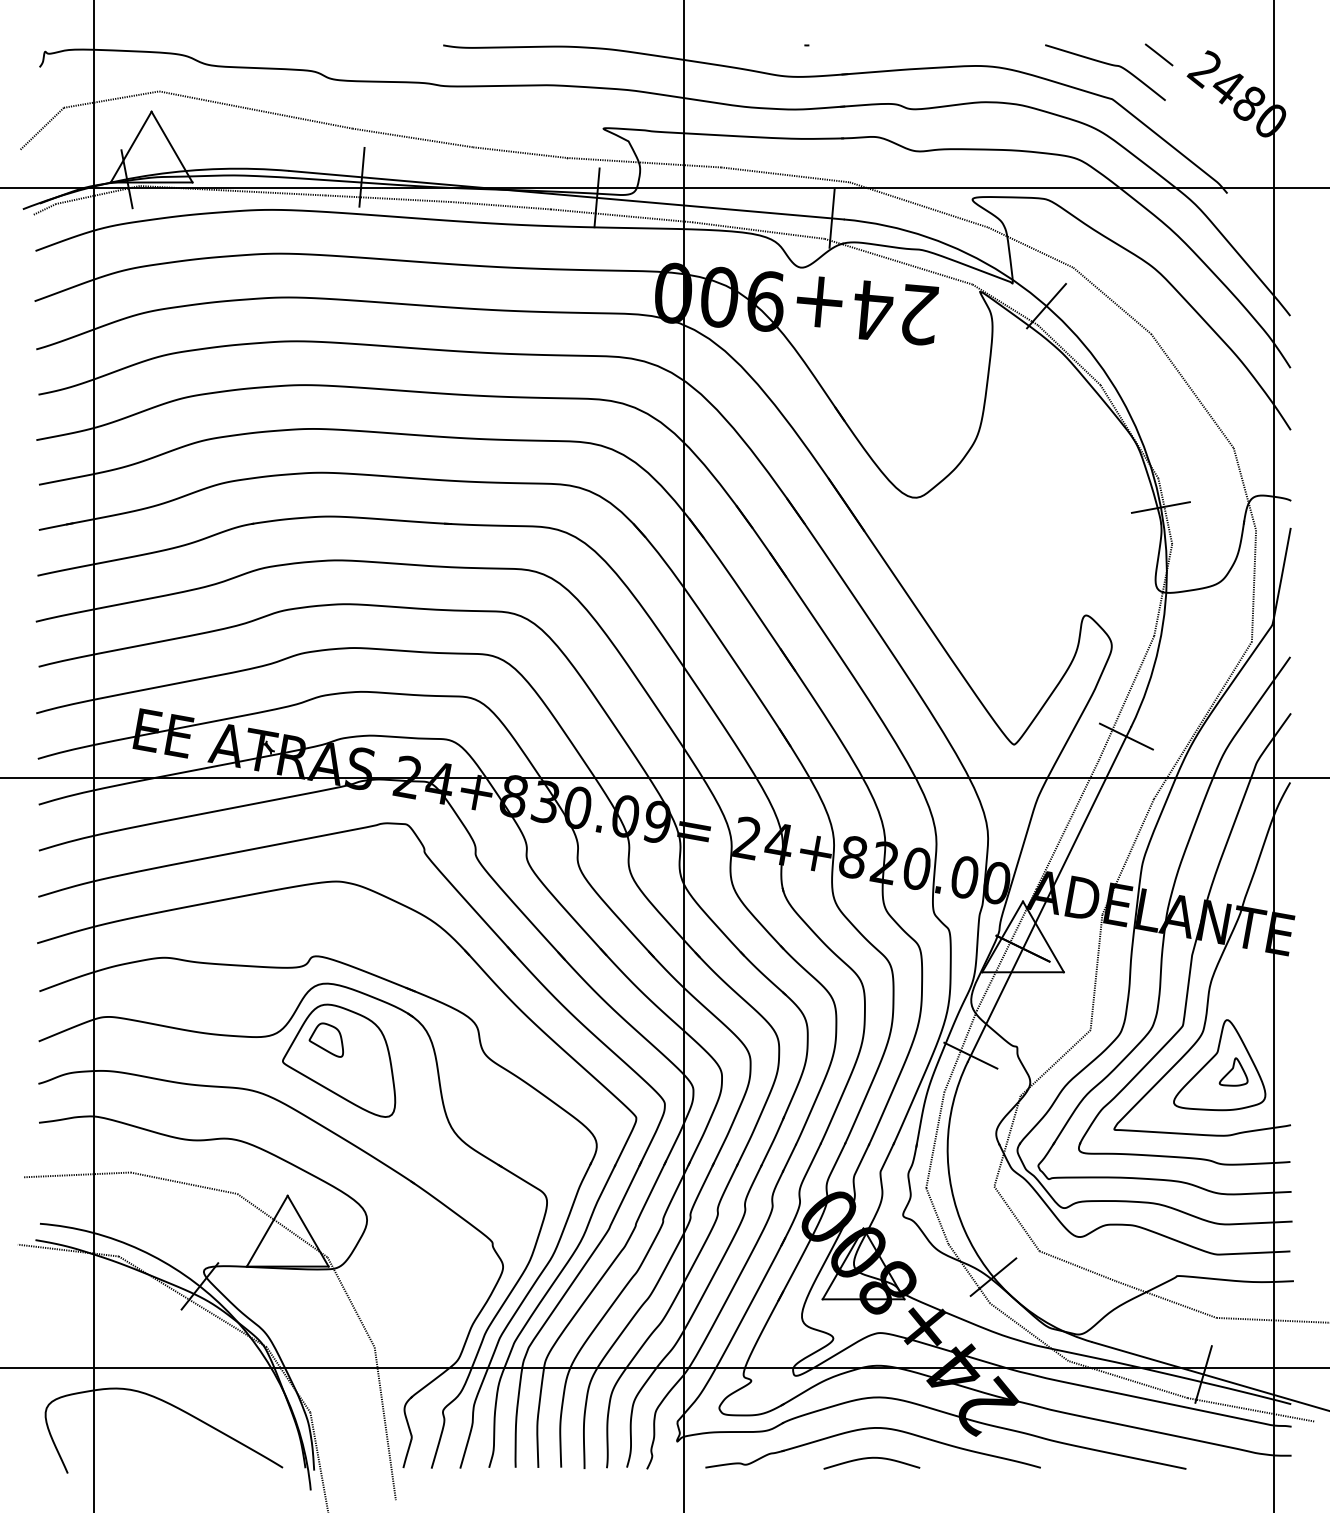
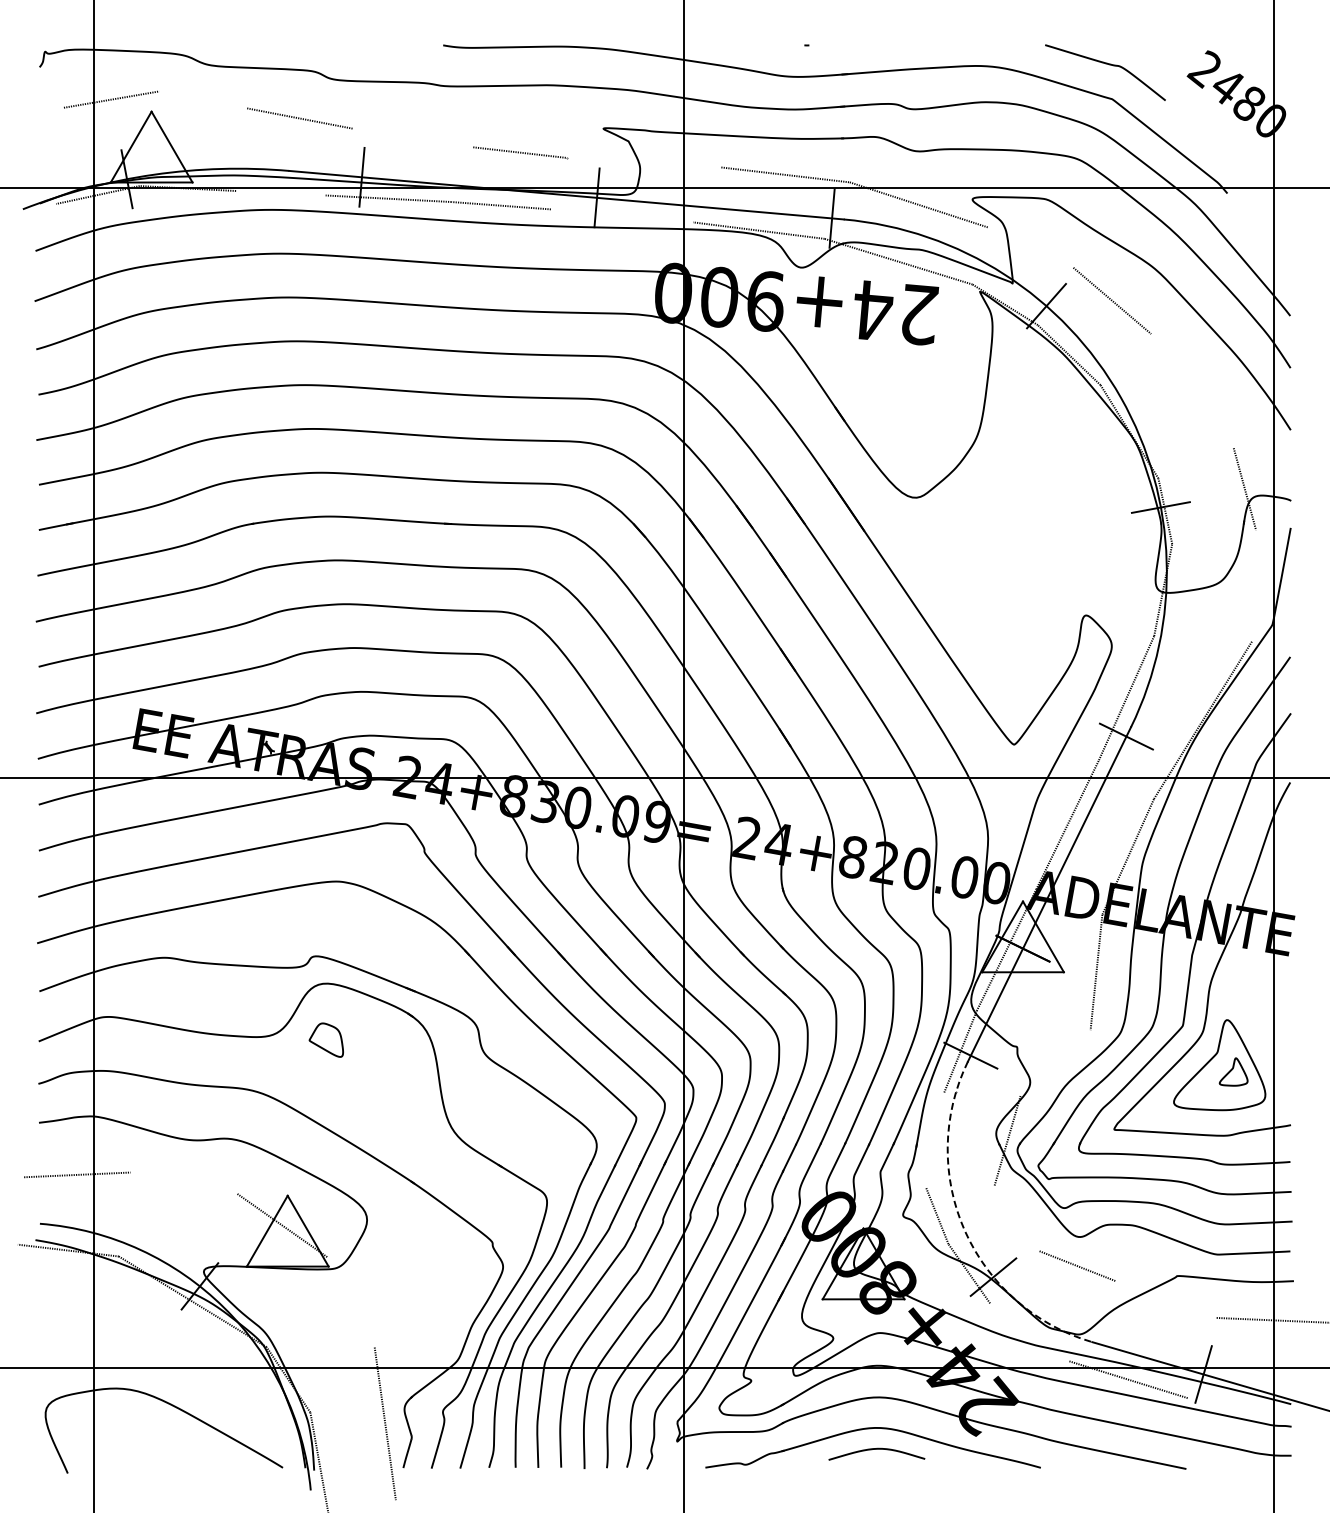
line at (1158, 54): present -> none
line at (203, 99): present -> none
line at (41, 128): present -> none
line at (412, 137): present -> none
line at (644, 162): present -> none
line at (280, 193): present -> none
line at (44, 209): present -> none
line at (621, 215): present -> none
line at (1030, 247): present -> none
line at (1192, 391): present -> none
line at (1253, 585): present -> none
part at (339, 1060): present -> none
line at (1055, 1063): present -> none
line at (935, 1140): present -> none
line at (183, 1182): present -> none
line at (1016, 1218): present -> none
arc at (964, 1230): solid -> dashed
line at (1166, 1299): present -> none
line at (350, 1302): present -> none
line at (1029, 1332): present -> none
line at (1250, 1409): present -> none
curve at (871, 1458) position: (871, 1458) -> (876, 1449)
